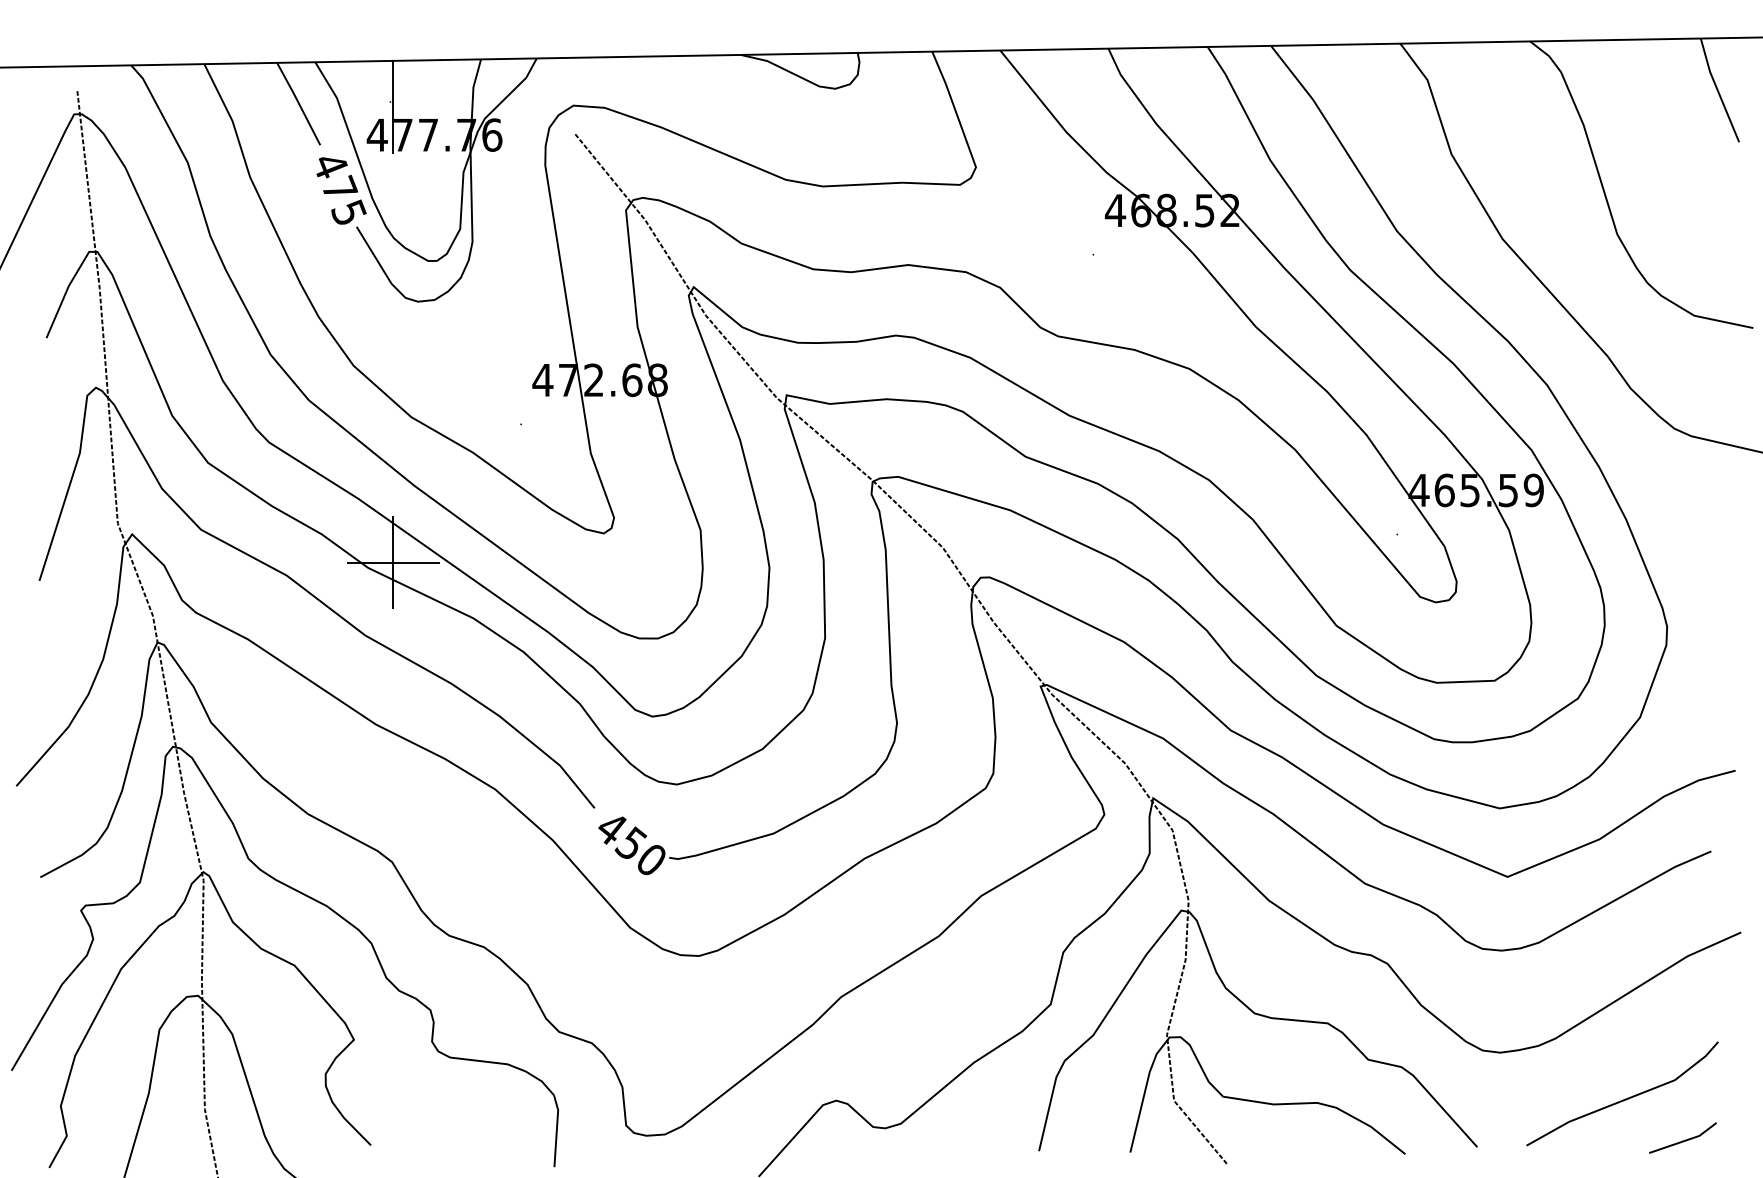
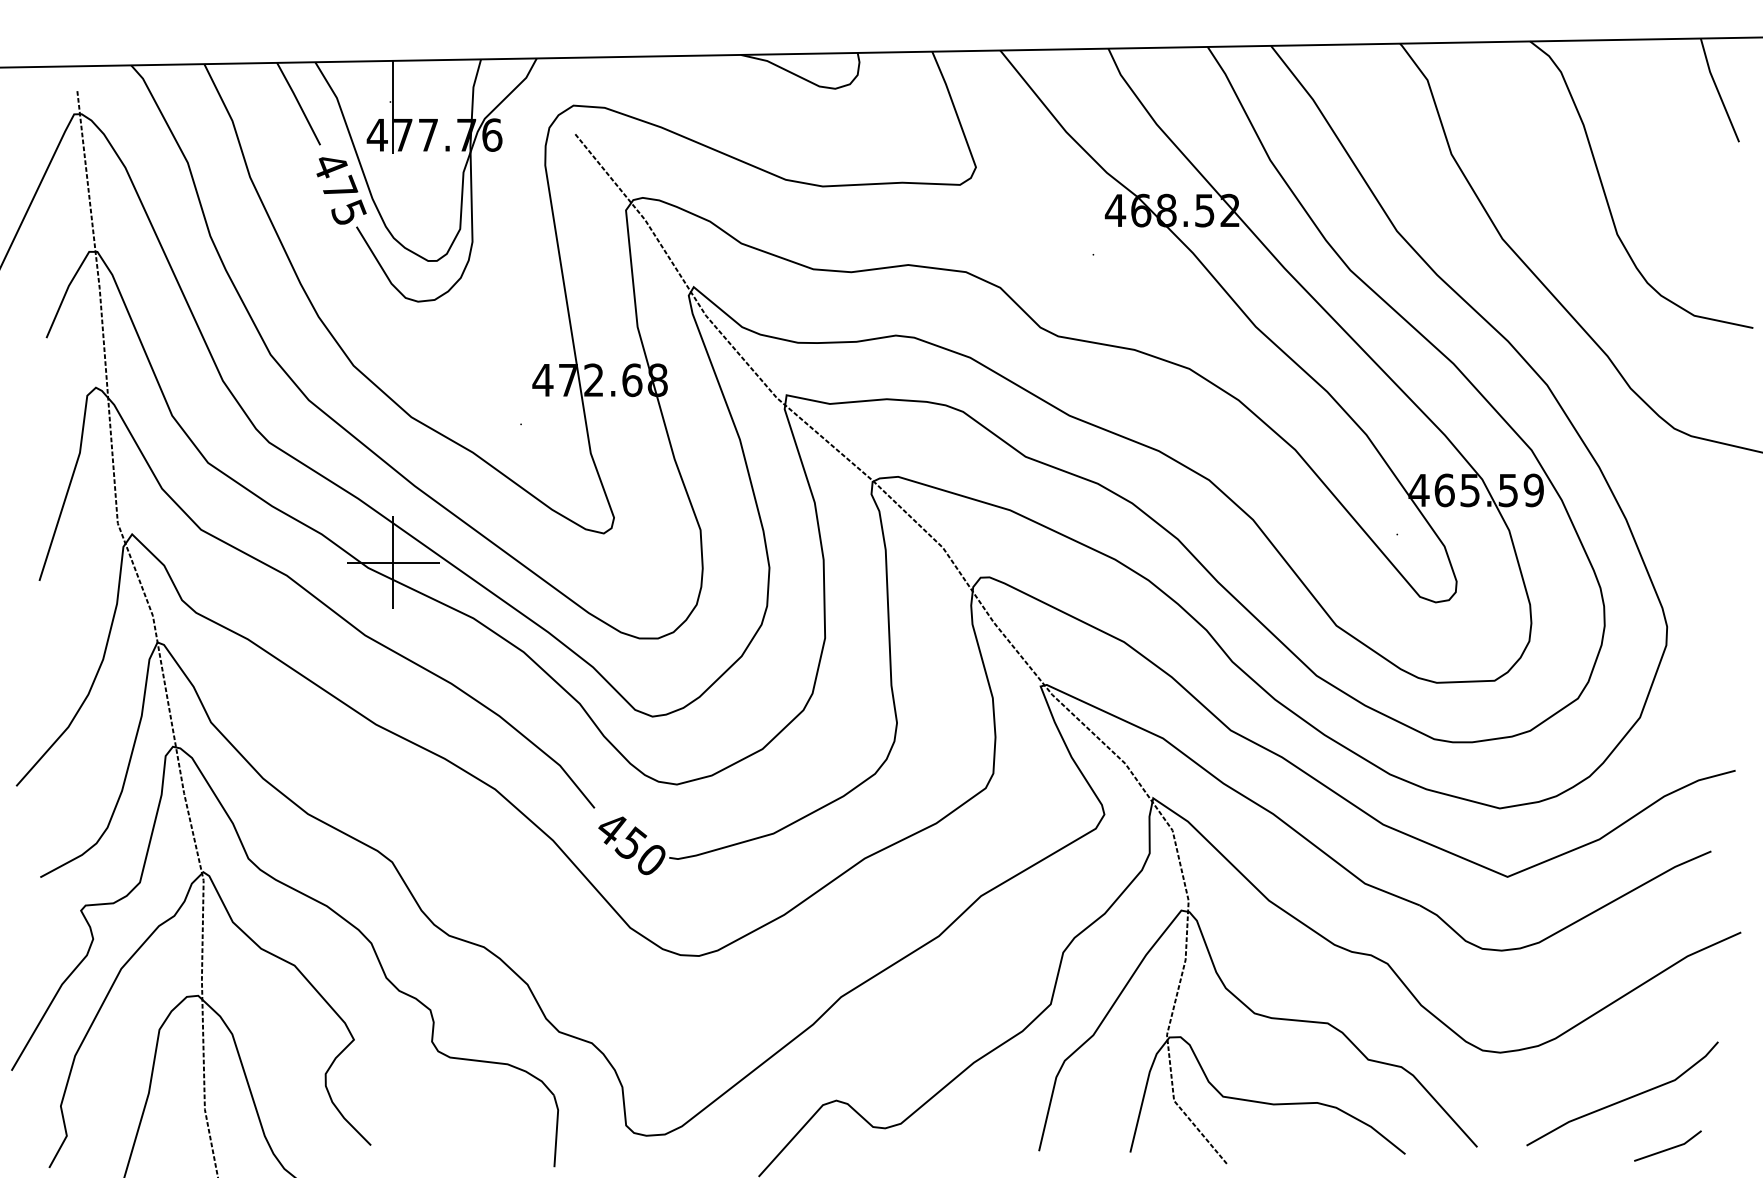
line at (1682, 1140) position: (1682, 1140) -> (1667, 1148)
